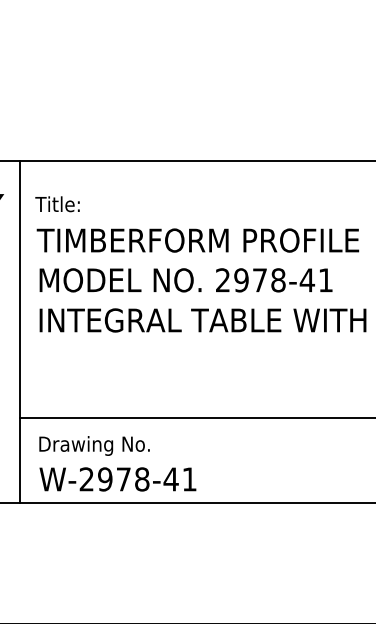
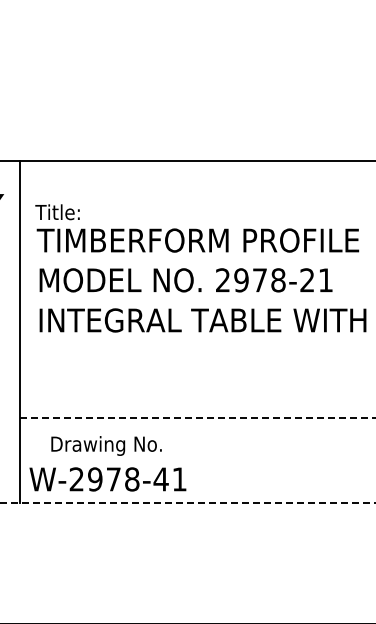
text at (57, 204) position: (57, 204) -> (57, 212)
text at (307, 280): 2978-41 -> 2978-21
line at (198, 418): solid -> dashed
text at (94, 445) position: (94, 445) -> (106, 445)
text at (117, 479) position: (117, 479) -> (107, 479)
line at (188, 503): solid -> dashed
